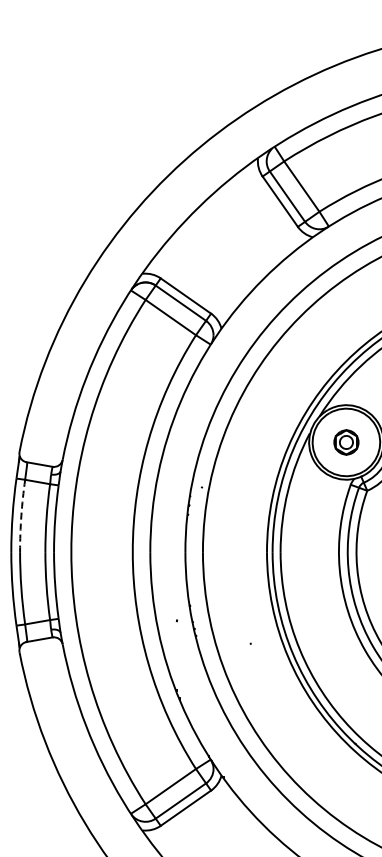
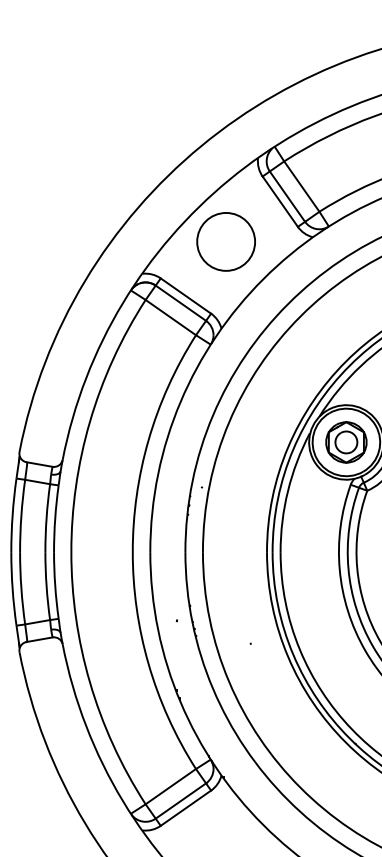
part at (225, 241): none -> present
part at (346, 442) size: 27x27 px -> 43x43 px
arc at (21, 515): dashed -> solid
